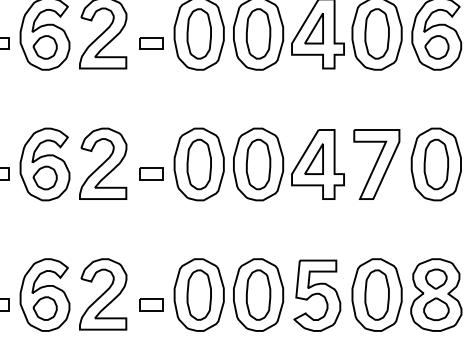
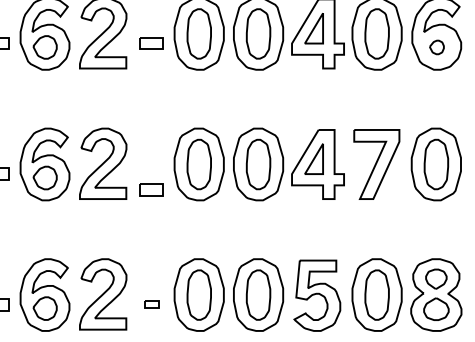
part at (436, 47) size: 26x25 px -> 16x17 px
part at (151, 173) position: (151, 173) -> (151, 189)
part at (151, 304) size: 25x14 px -> 16x9 px
